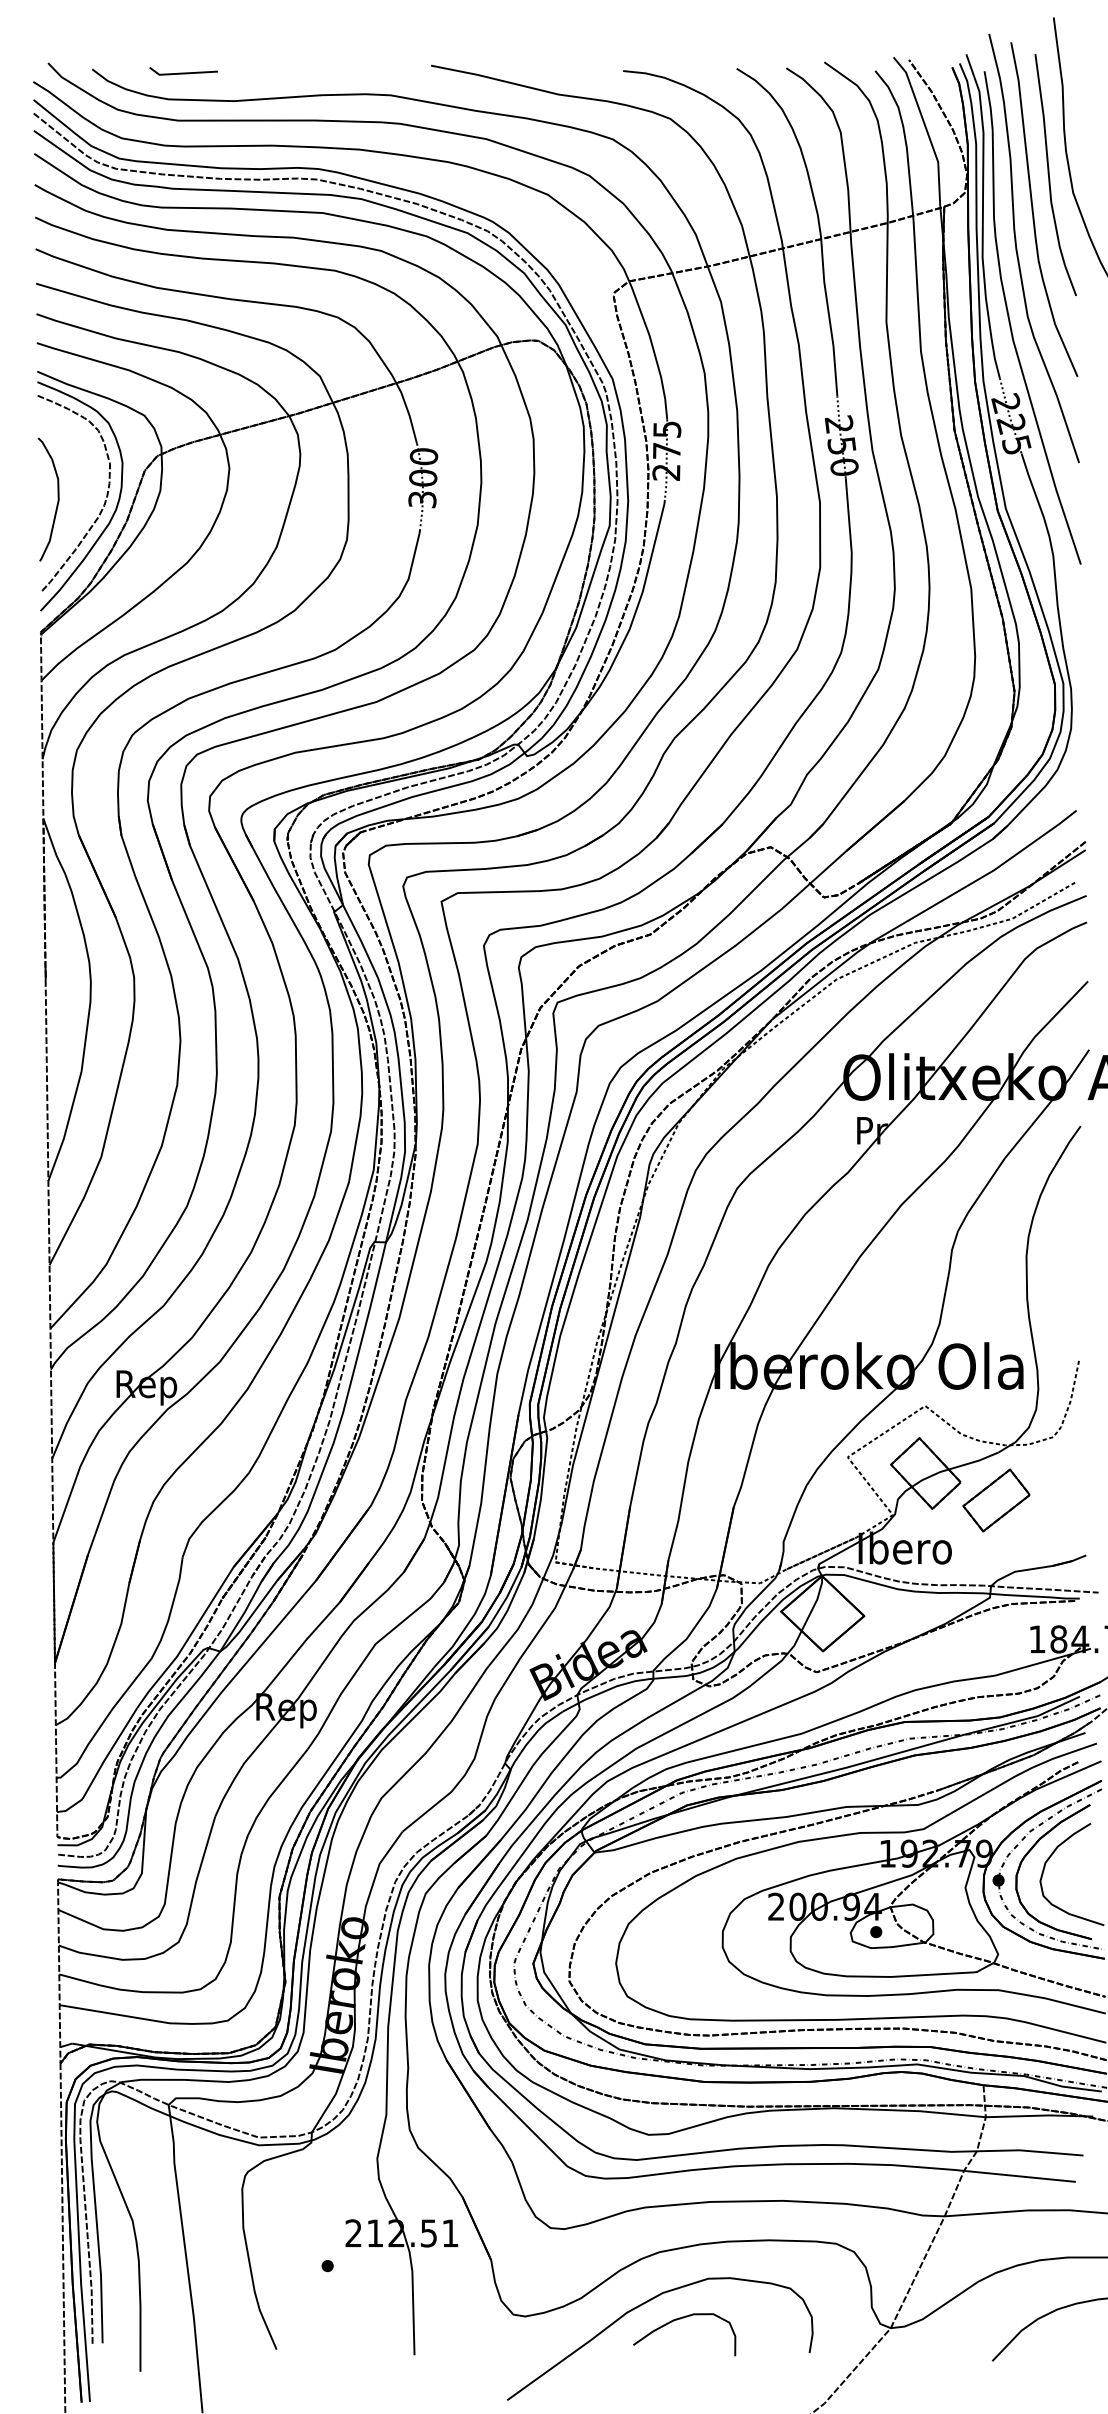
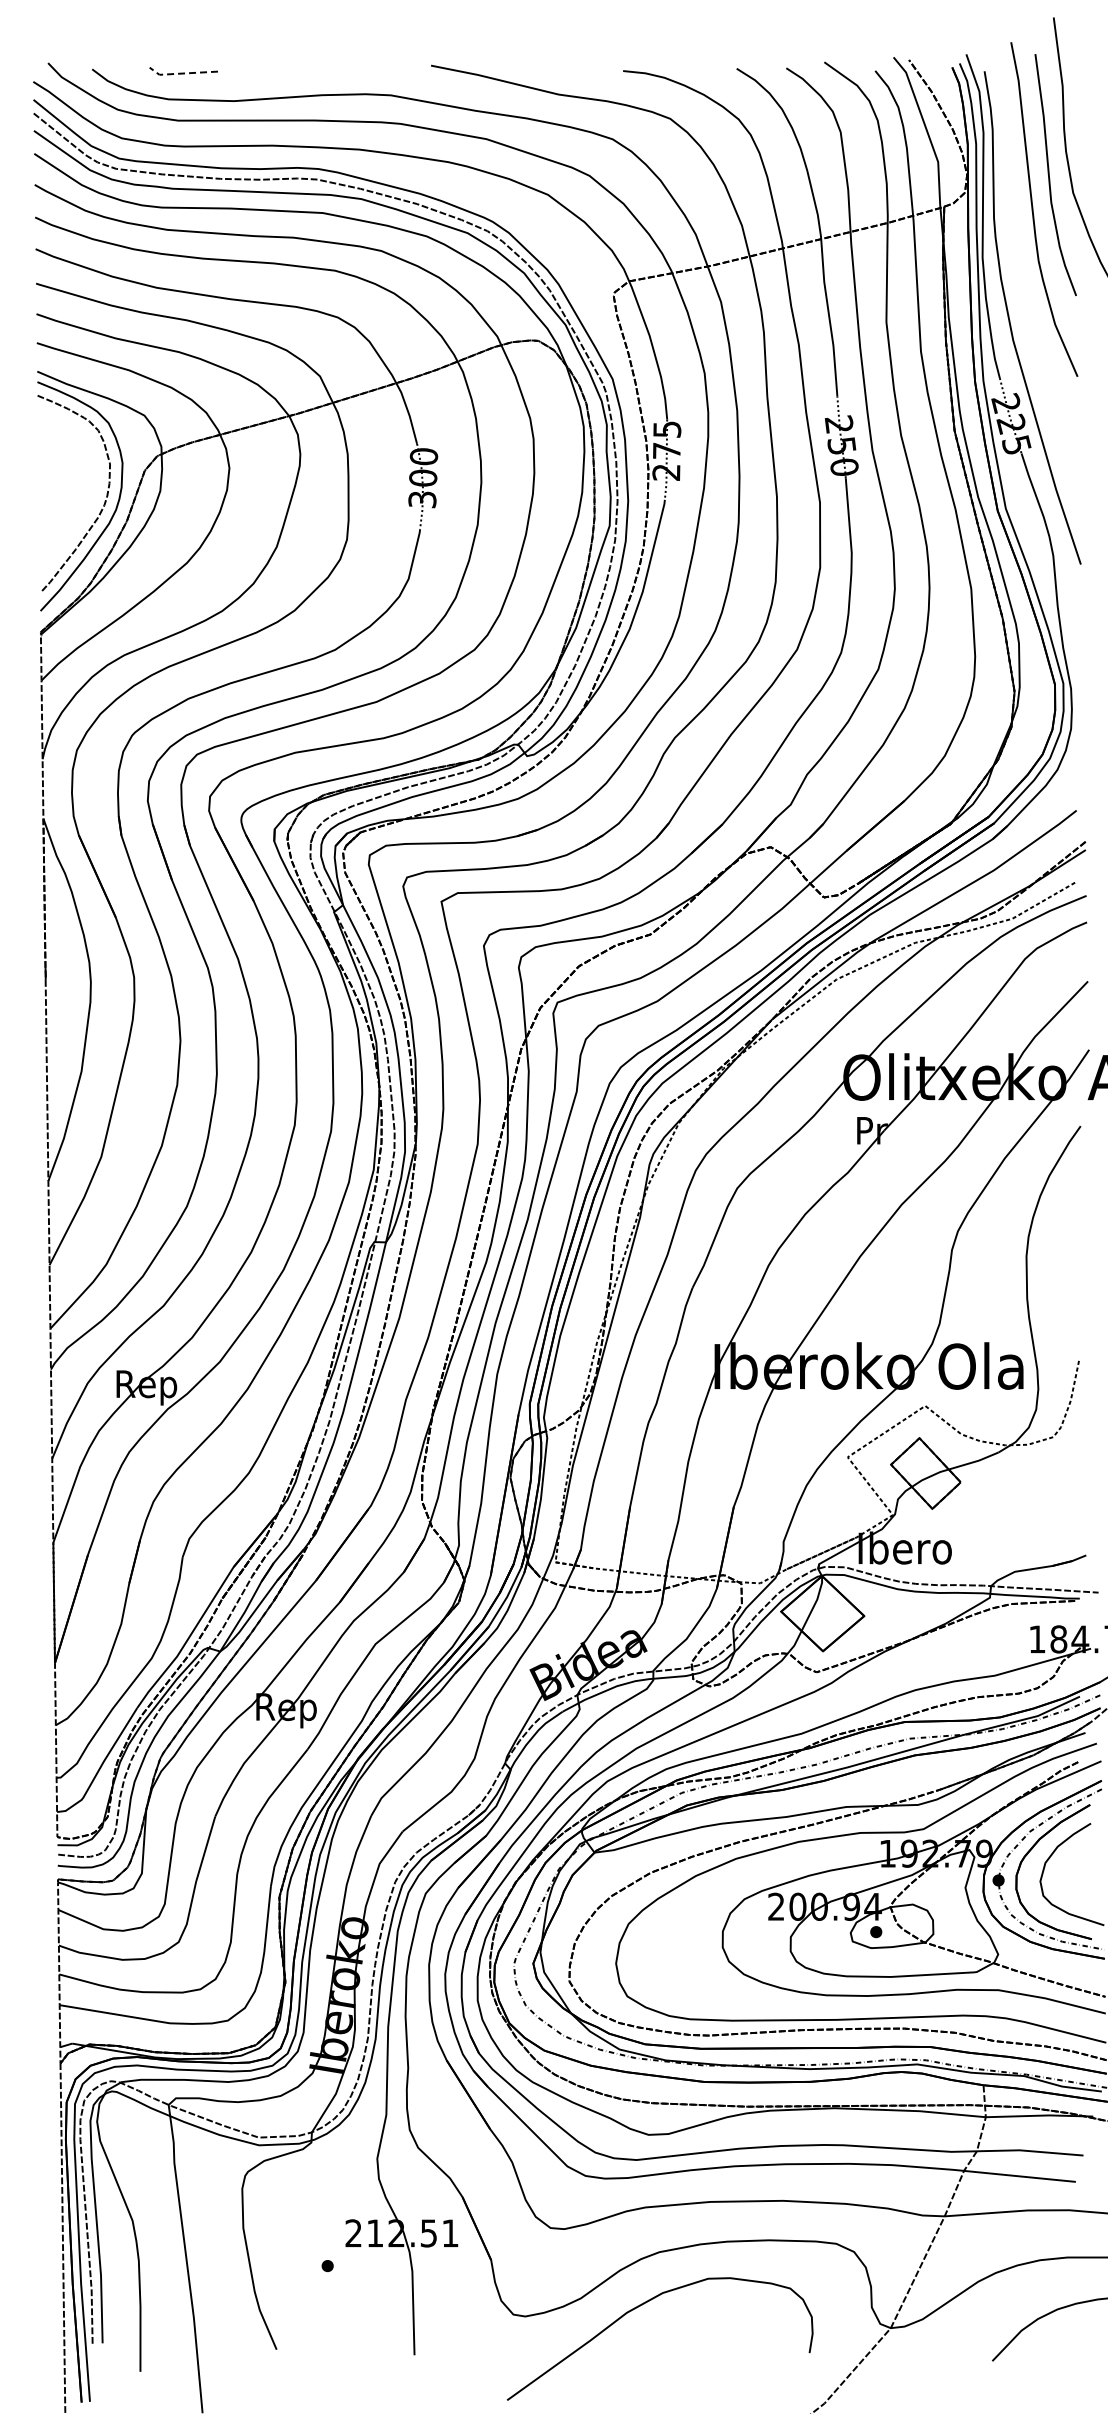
line at (181, 73): solid -> dashed
curve at (1017, 248): present -> none
curve at (57, 499): present -> none
part at (996, 1500): present -> none
curve at (680, 2319): present -> none
